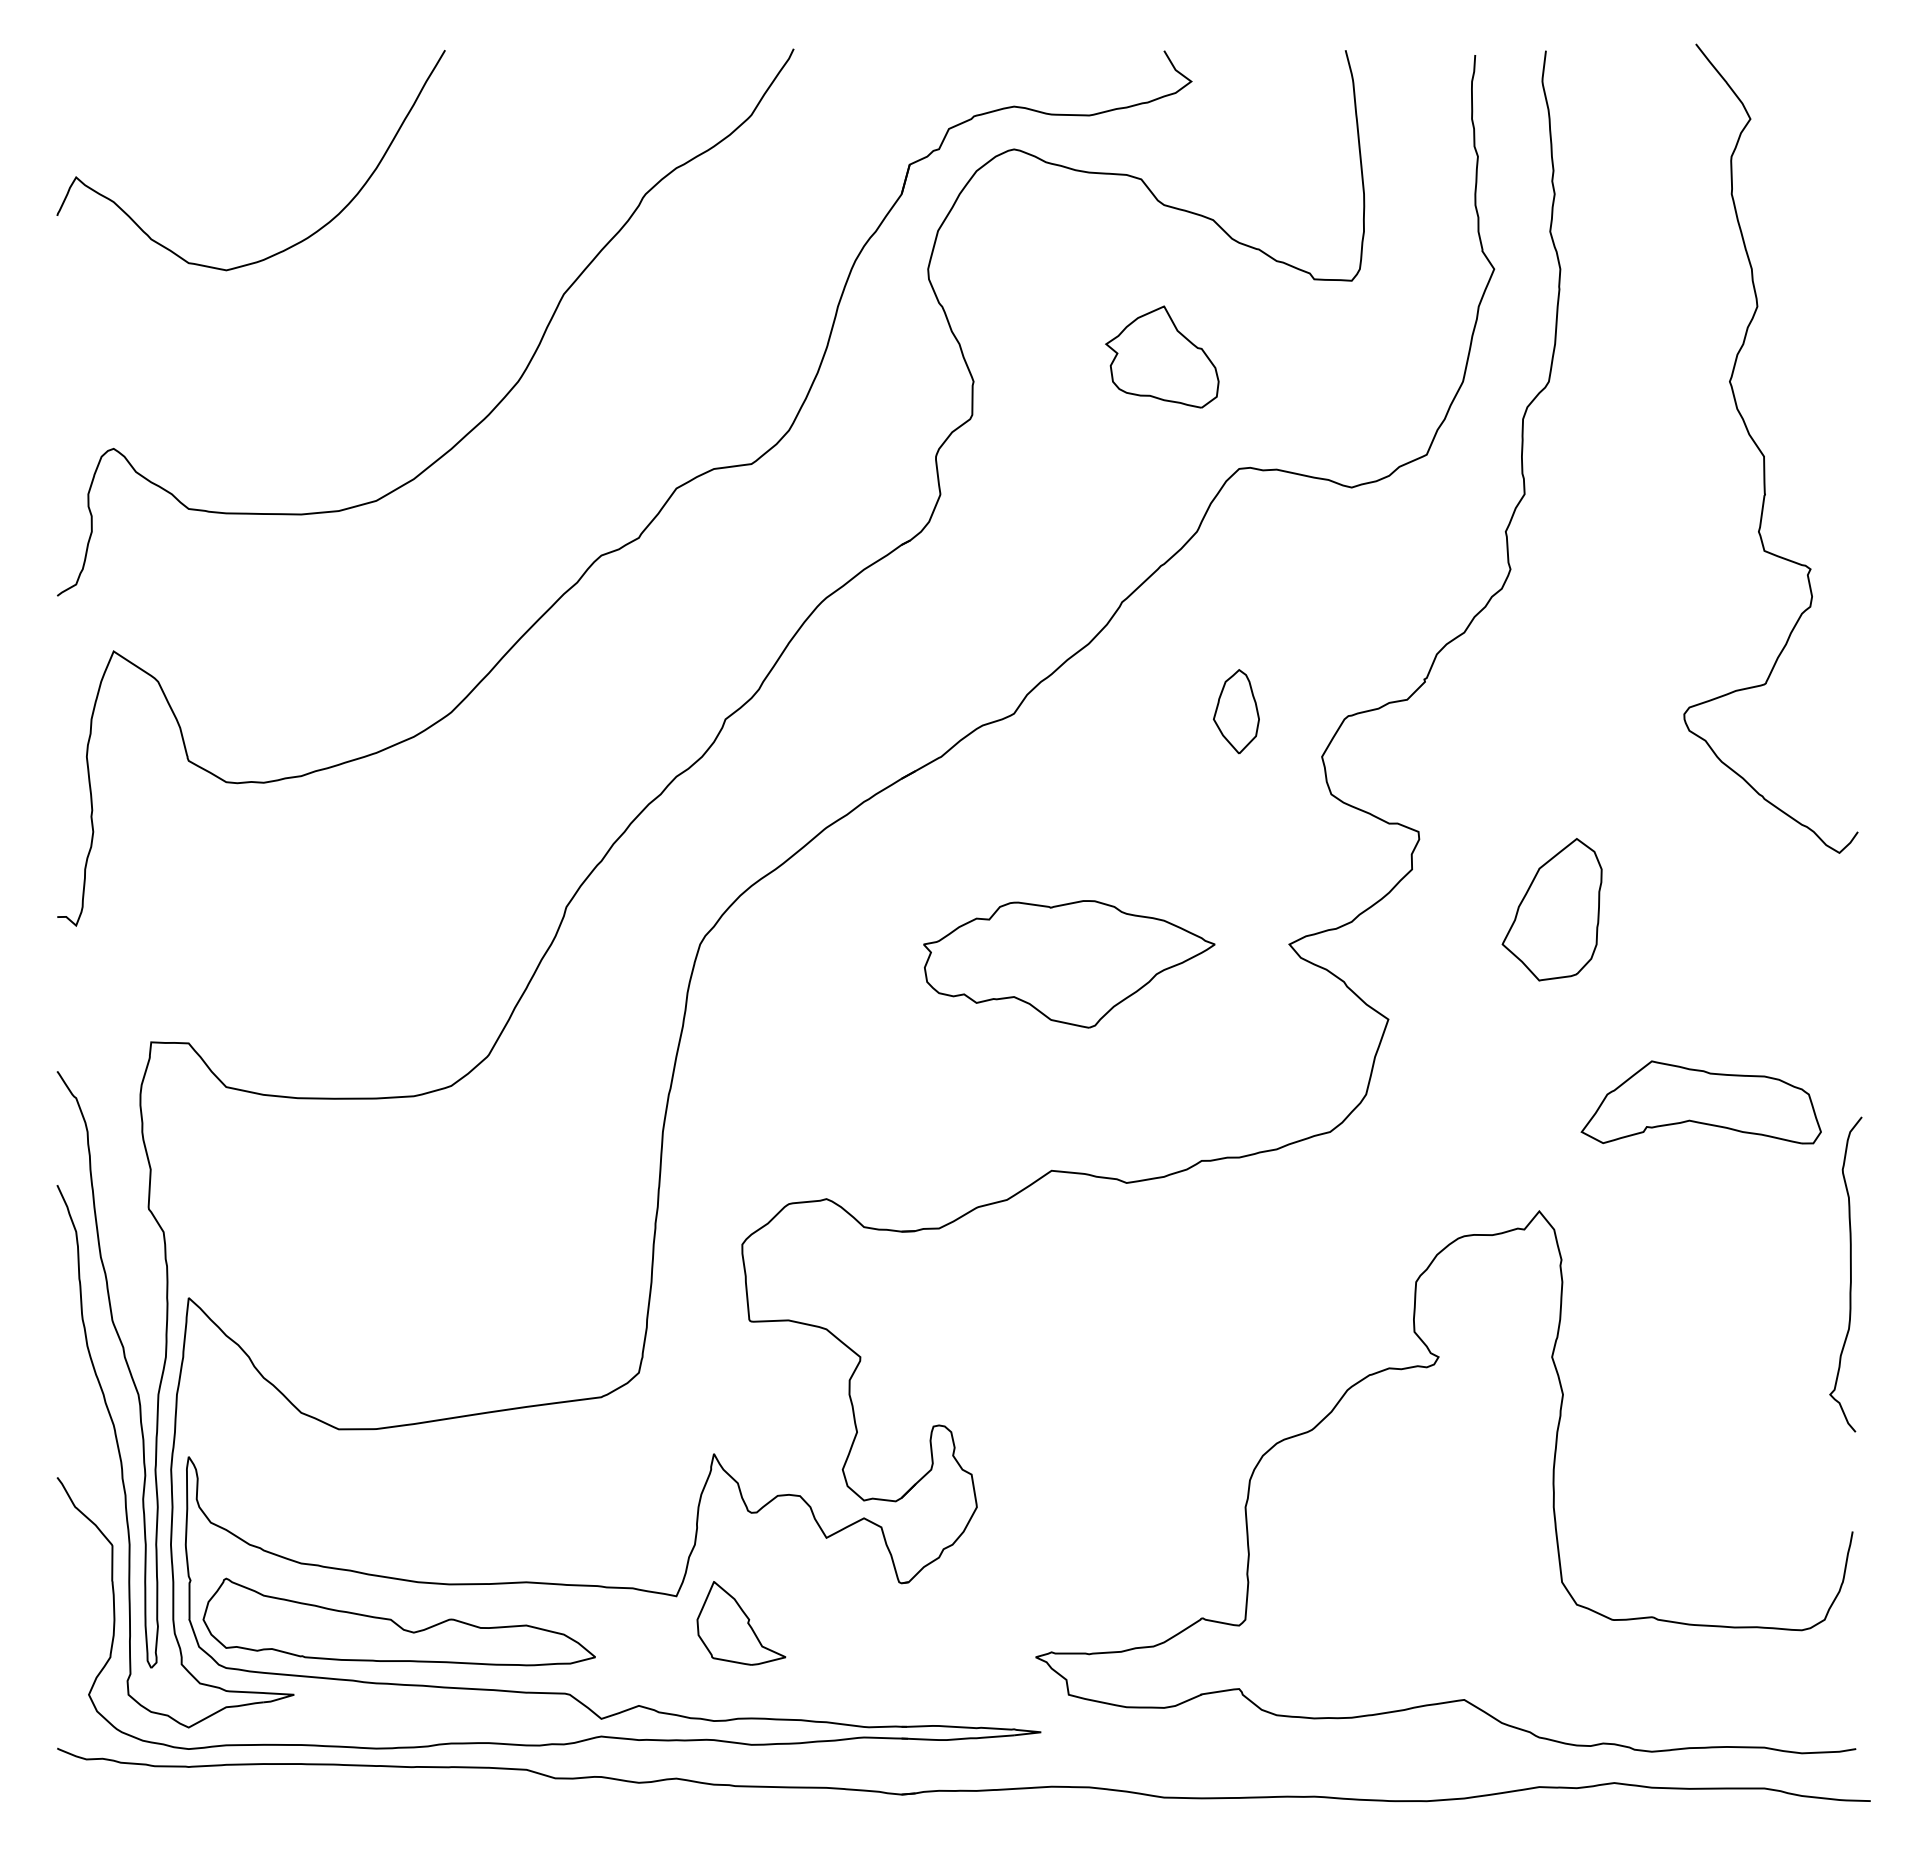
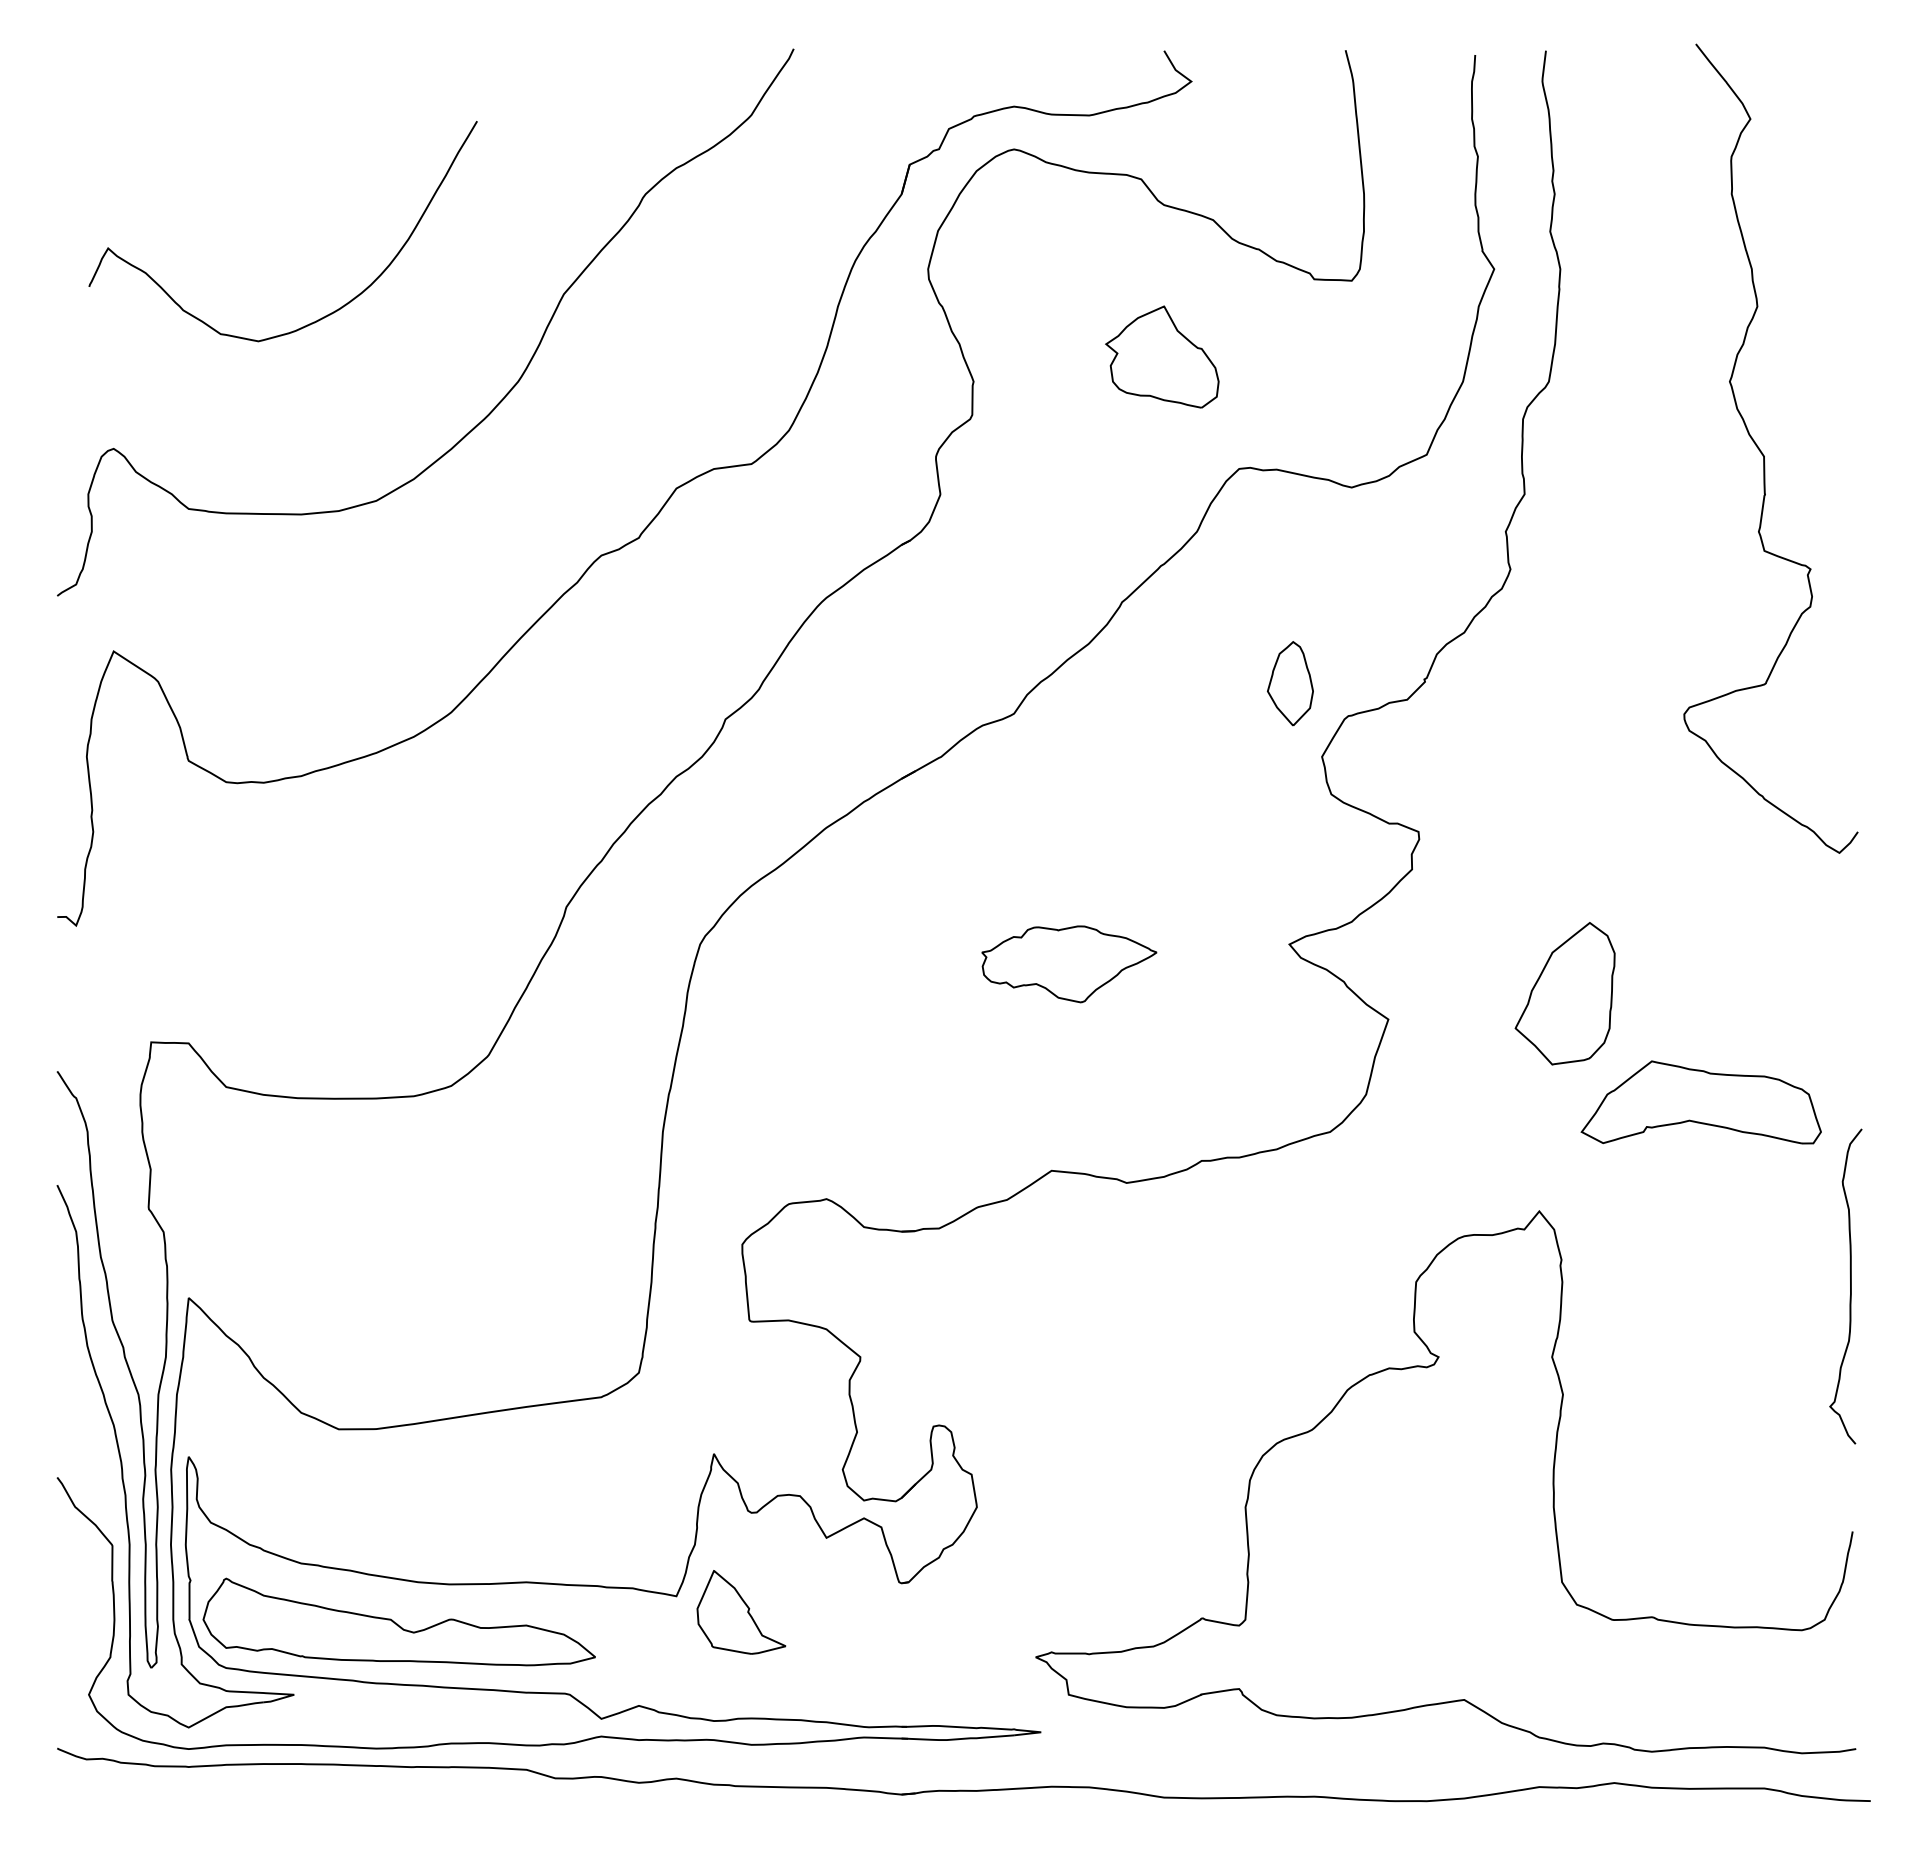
curve at (293, 244) position: (293, 244) -> (325, 315)
part at (1236, 711) position: (1236, 711) -> (1290, 683)
part at (1551, 909) position: (1551, 909) -> (1564, 993)
part at (1069, 964) size: 293x129 px -> 177x79 px
curve at (1850, 1274) position: (1850, 1274) -> (1850, 1286)
part at (741, 1623) position: (741, 1623) -> (741, 1612)
